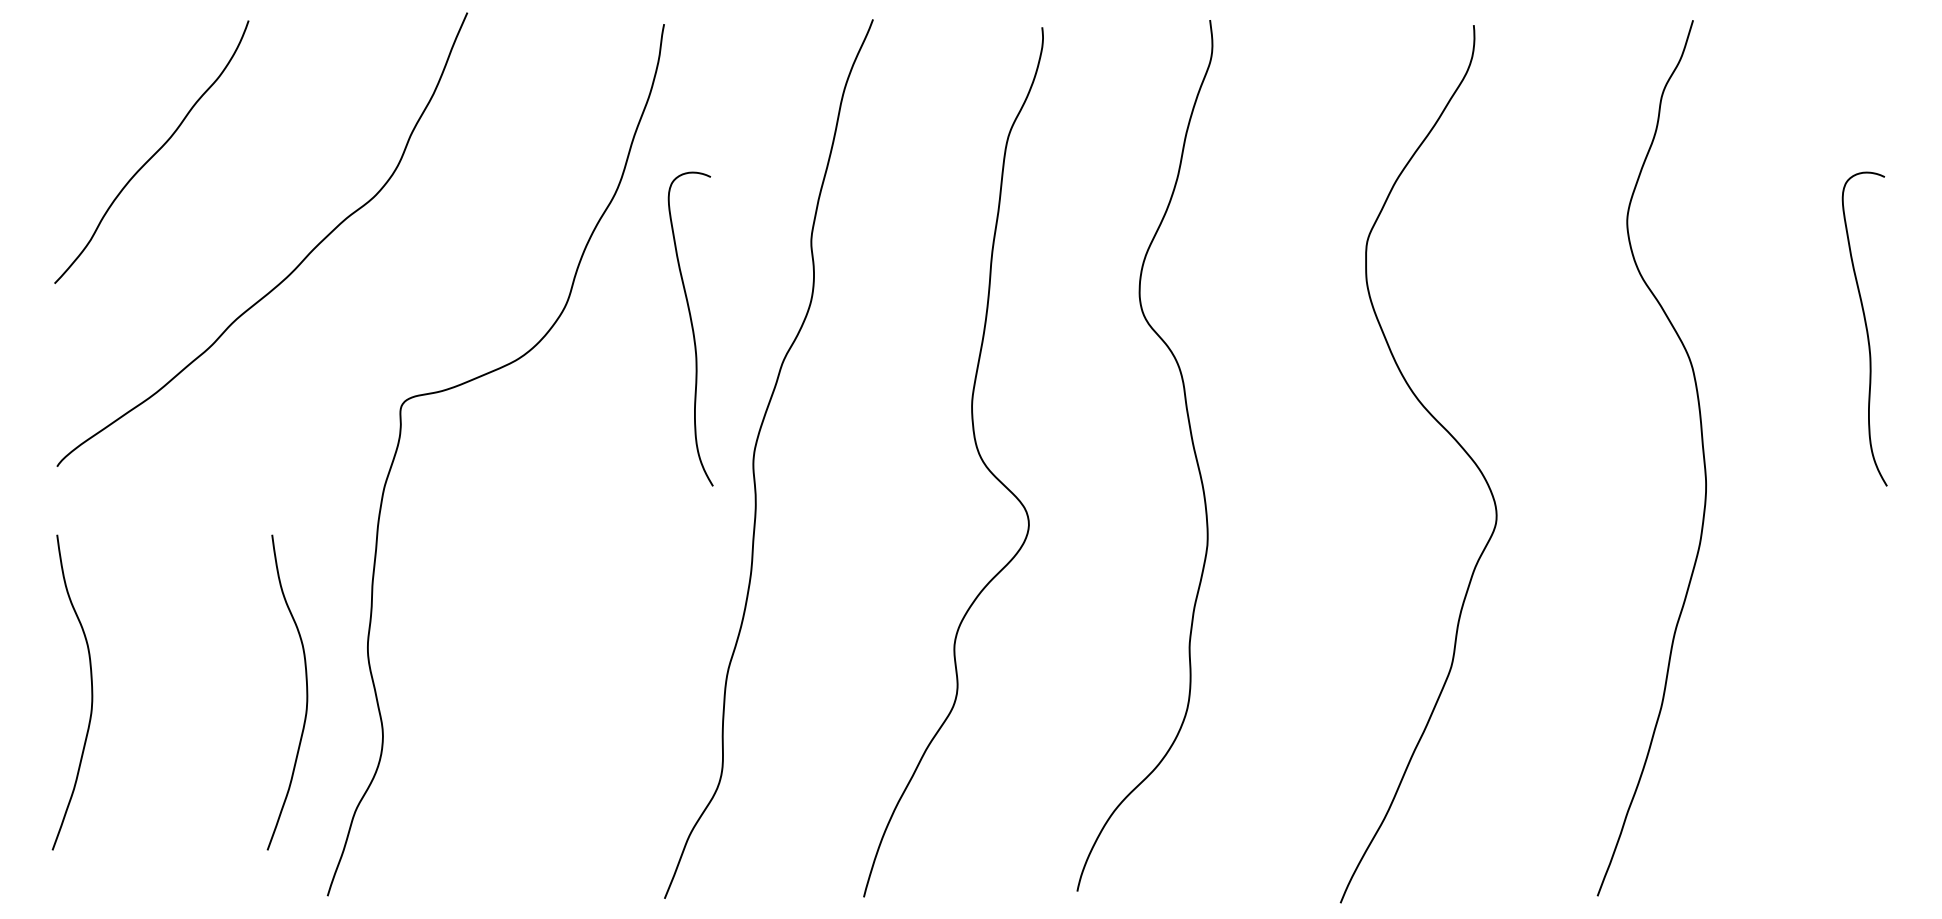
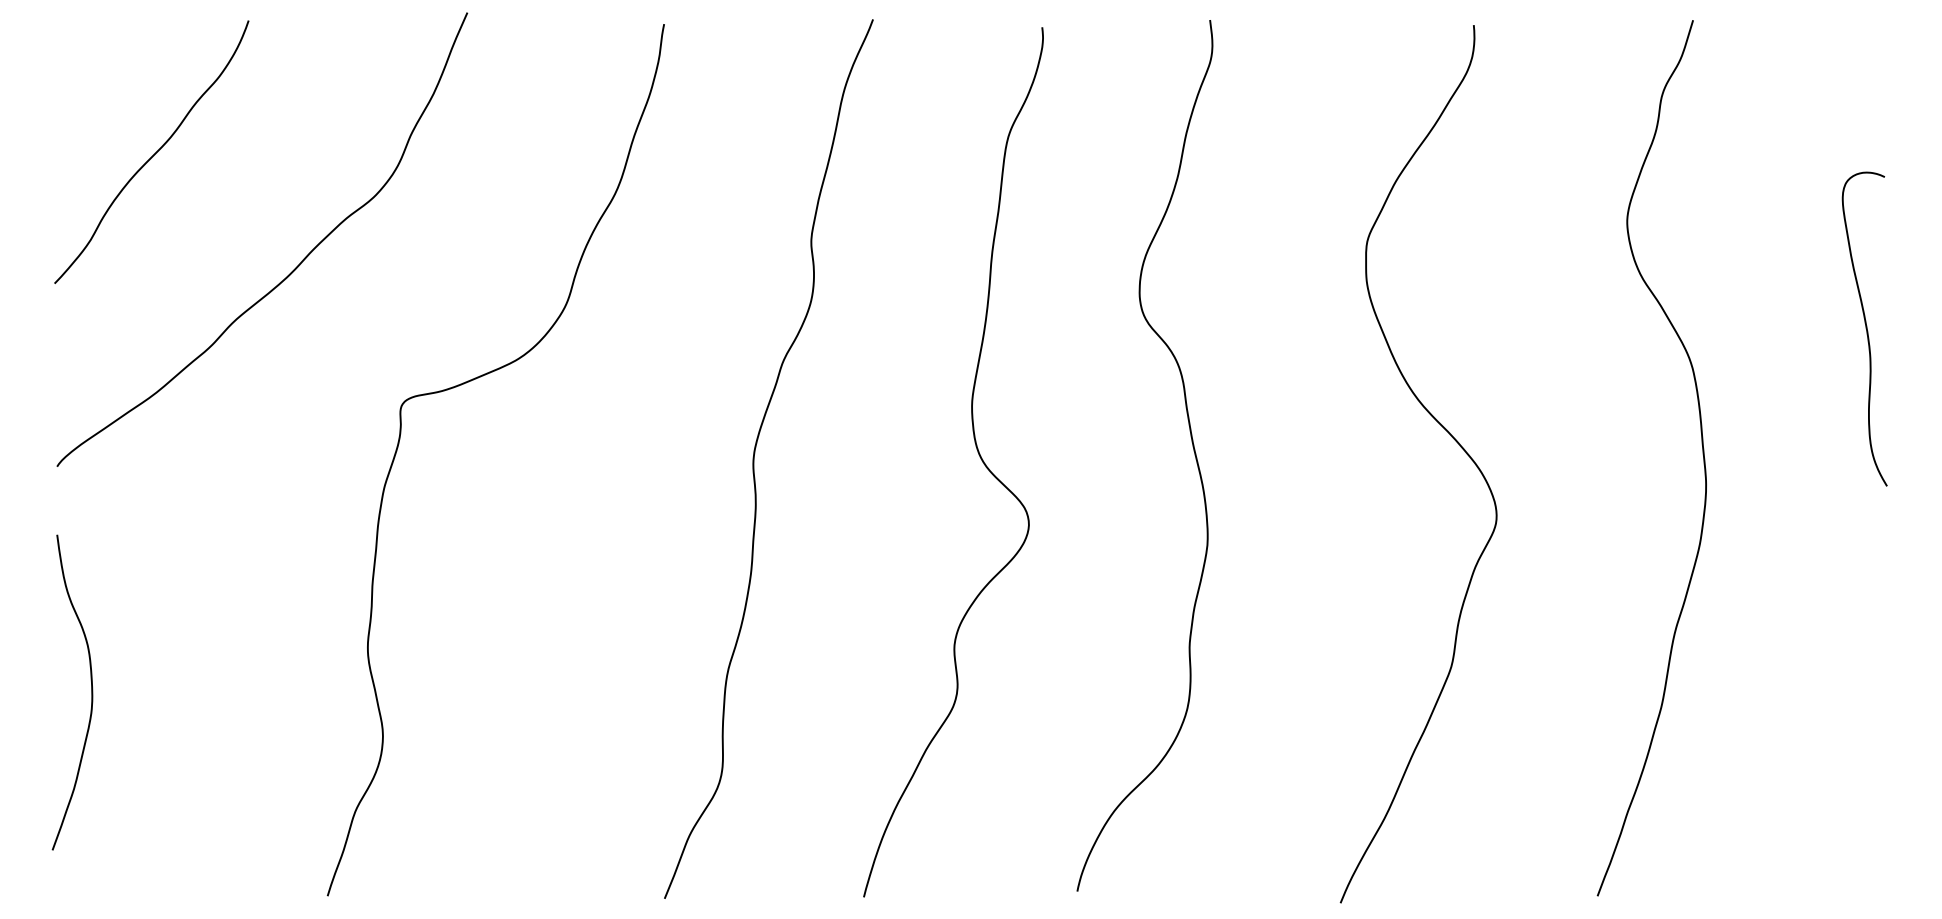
curve at (691, 328): present -> none
curve at (306, 692): present -> none
